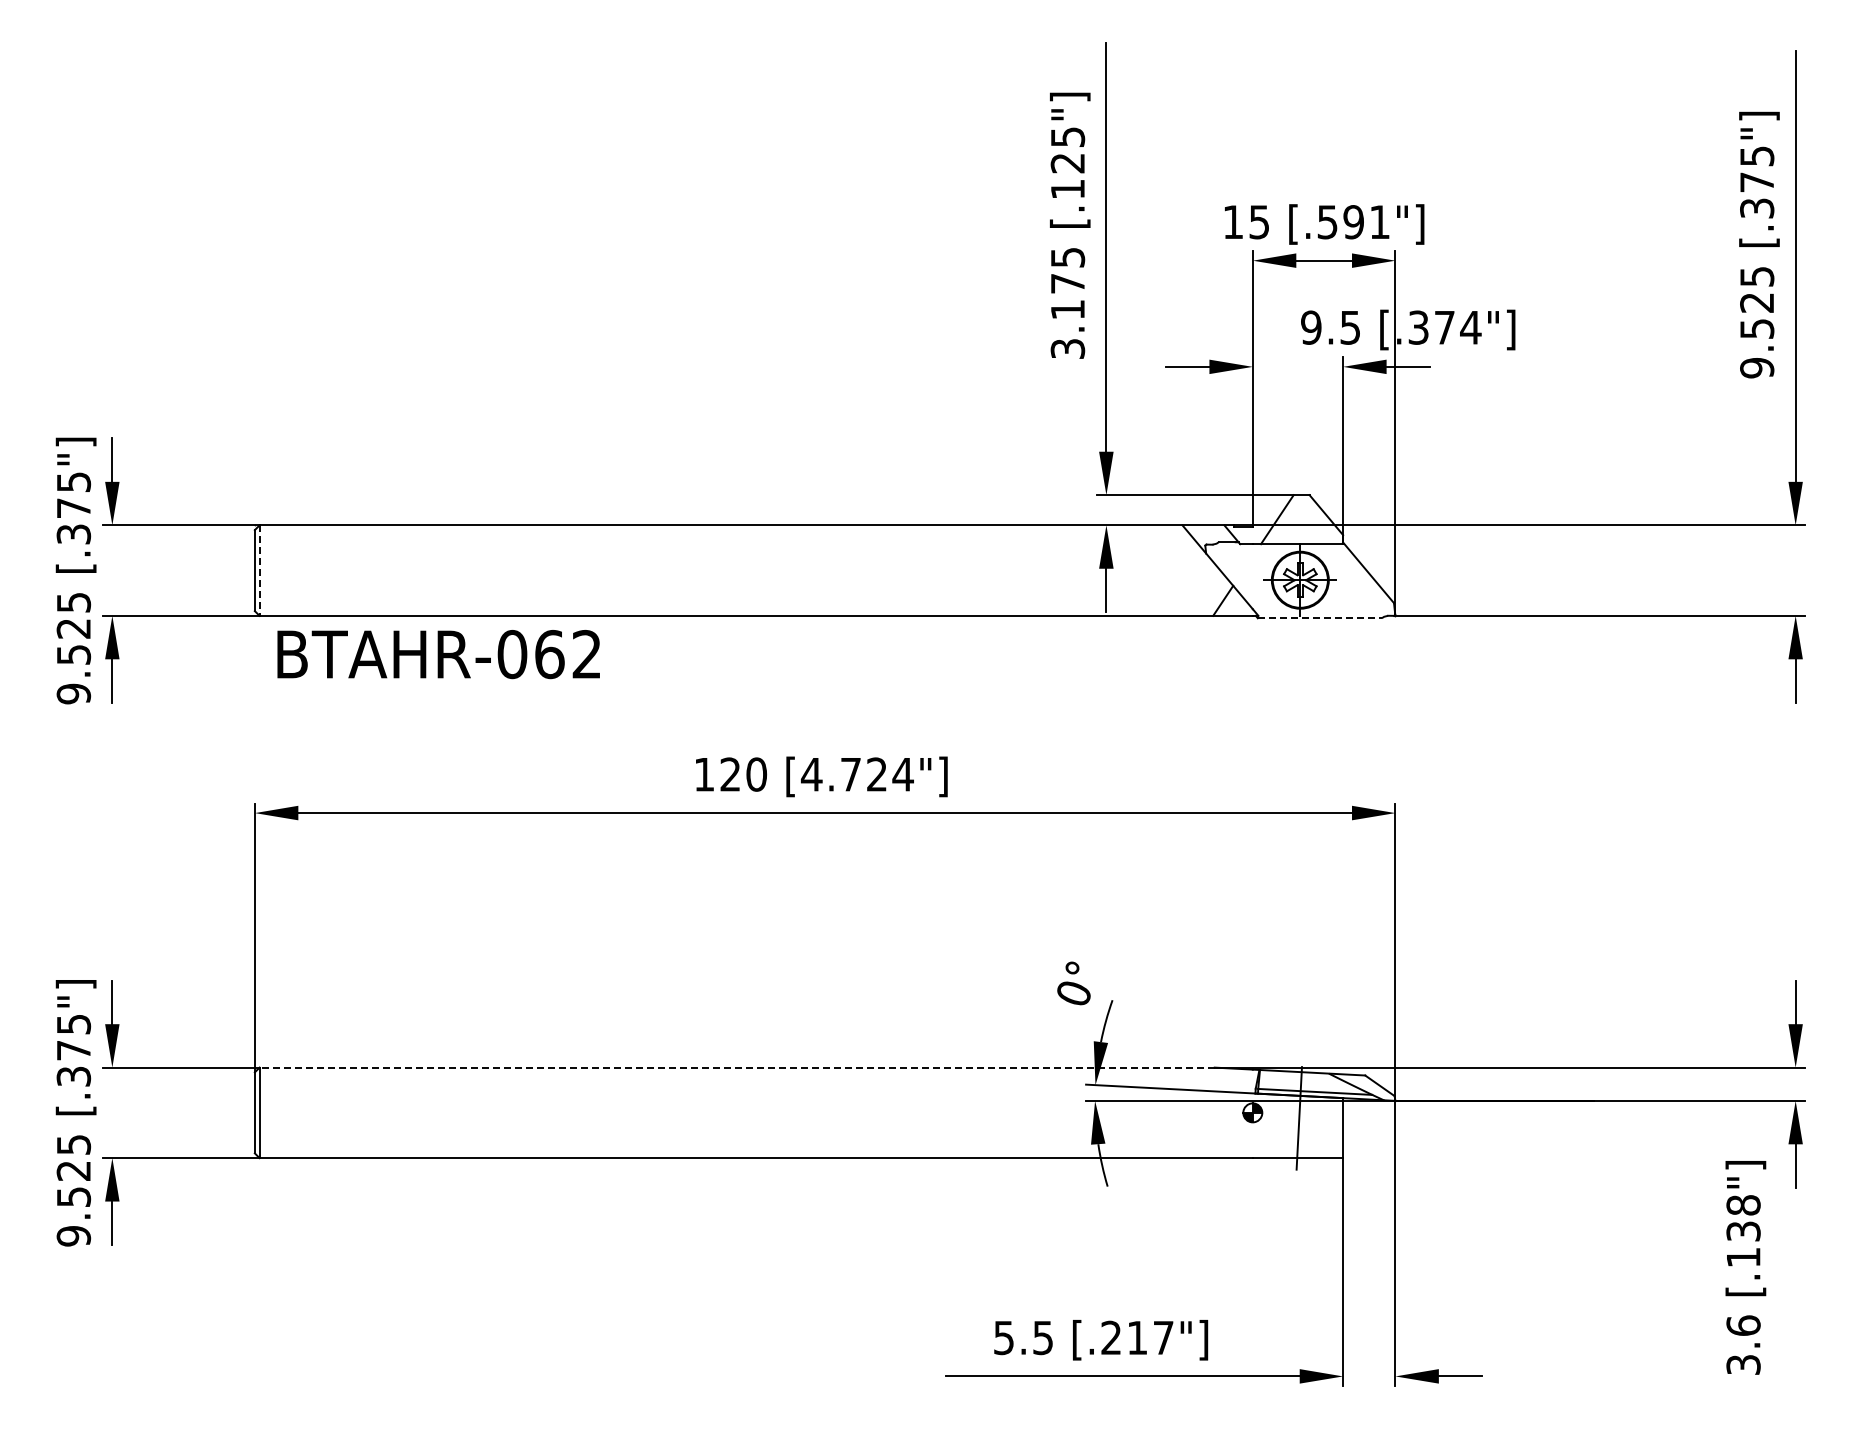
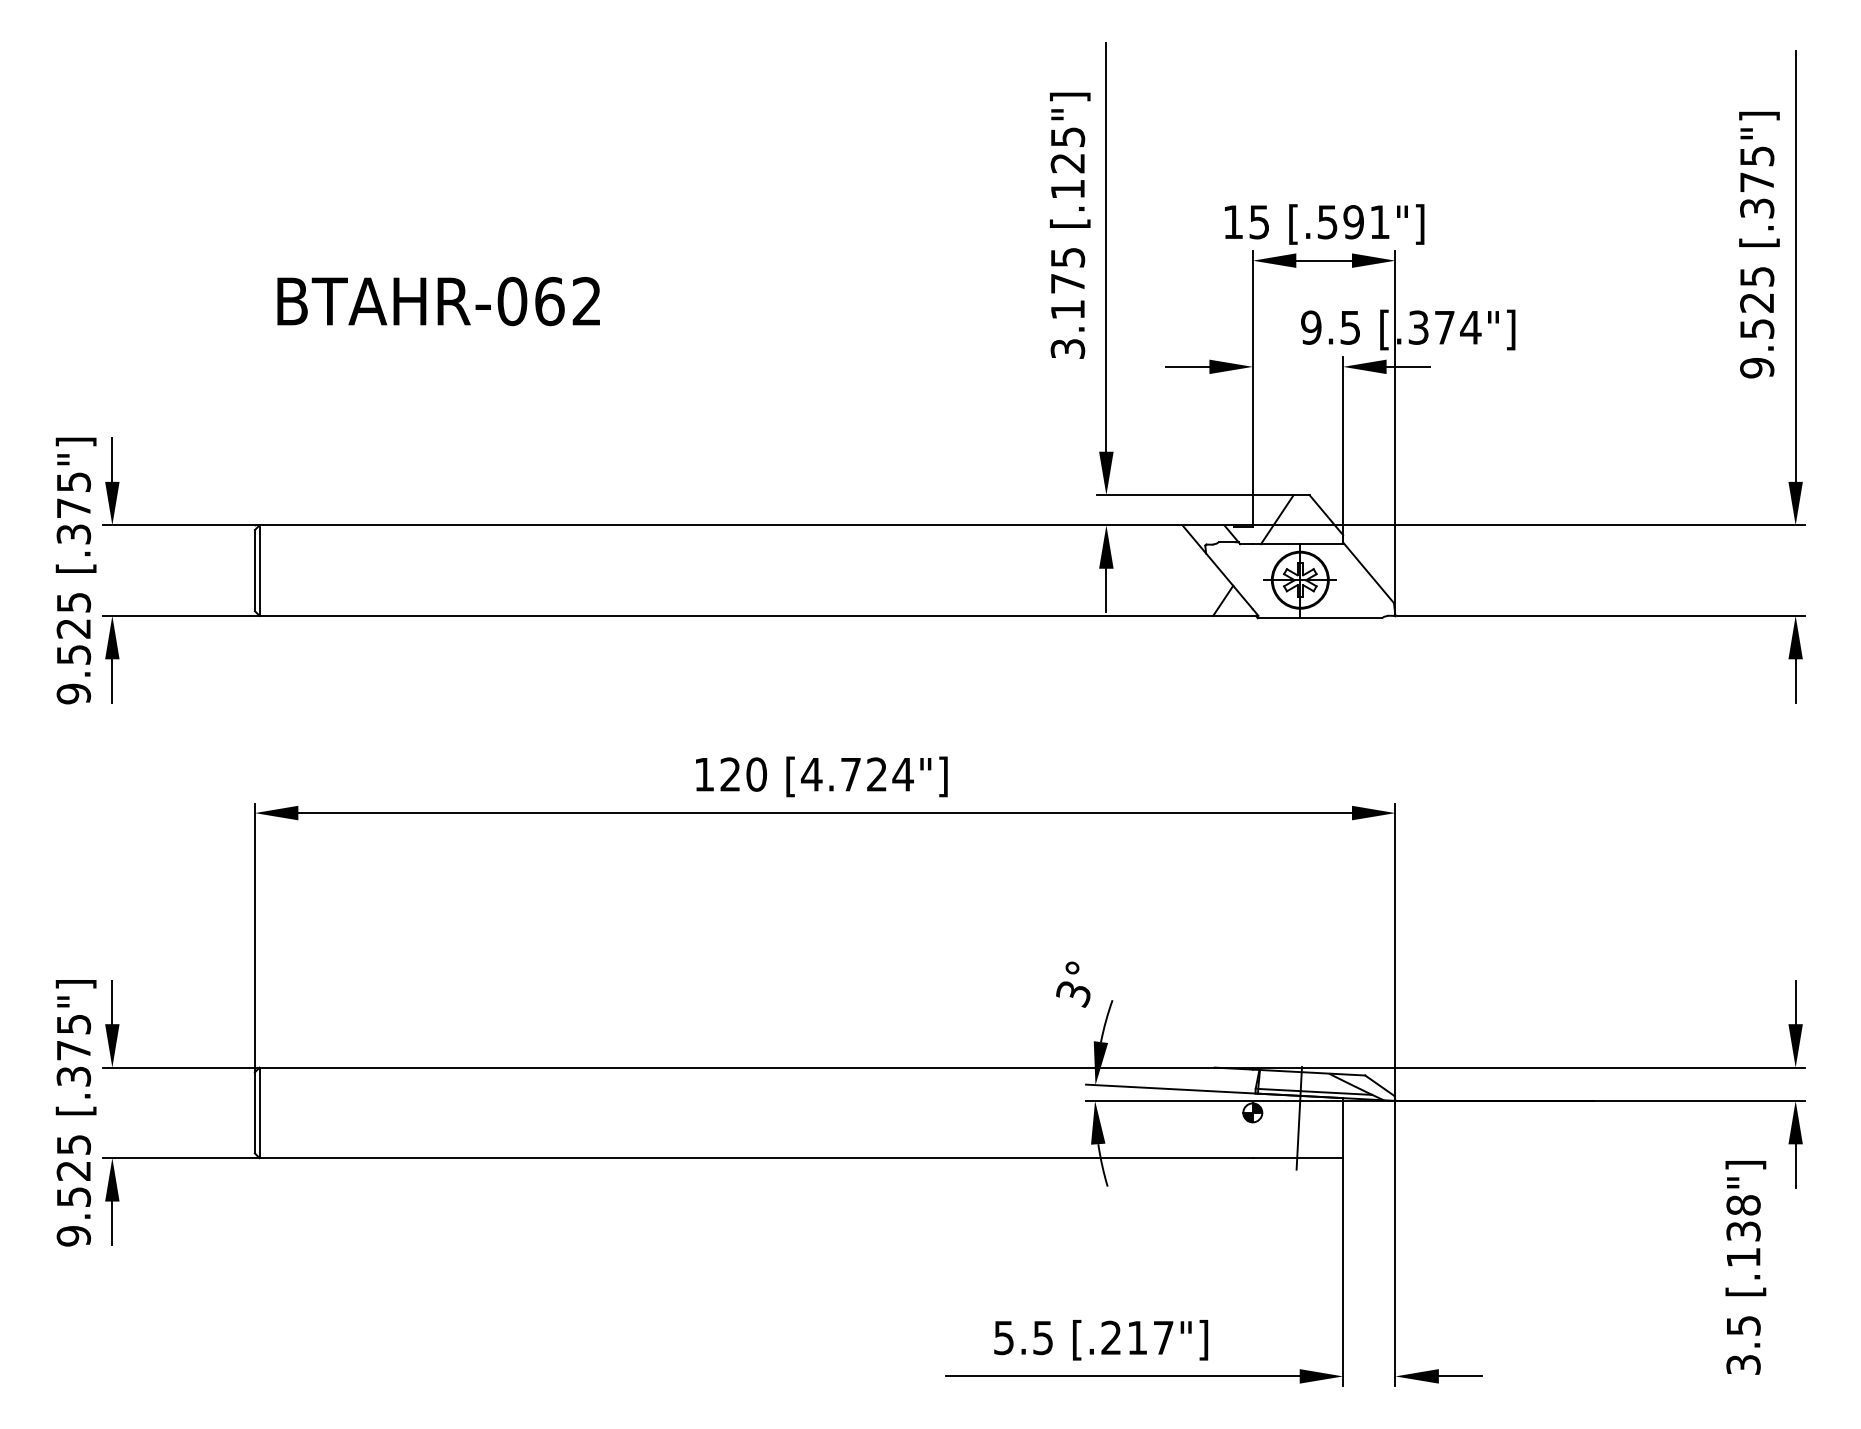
line at (259, 571): dashed -> solid
line at (1320, 618): dashed -> solid
text at (438, 654) position: (438, 654) -> (438, 301)
text at (1073, 994): 0° -> 3°
line at (737, 1067): dashed -> solid
text at (1743, 1325): 3.6 -> 3.5
